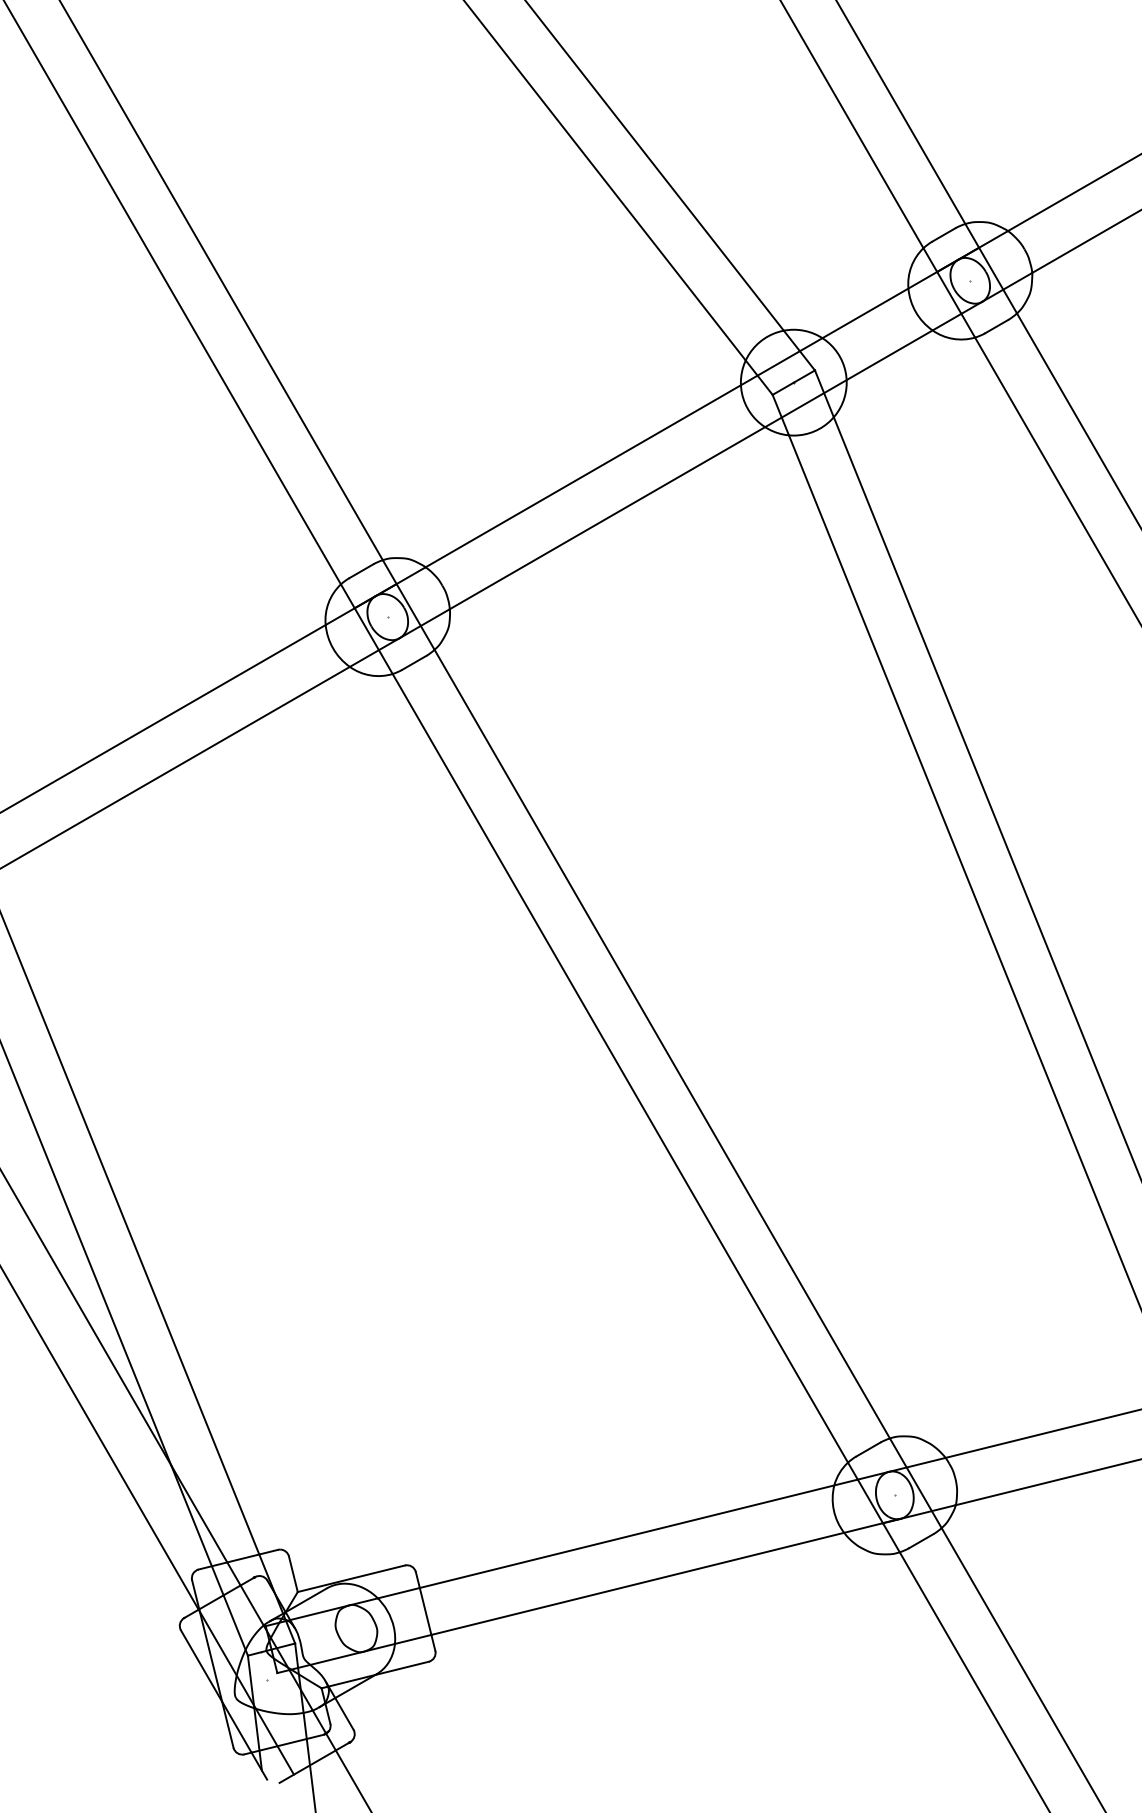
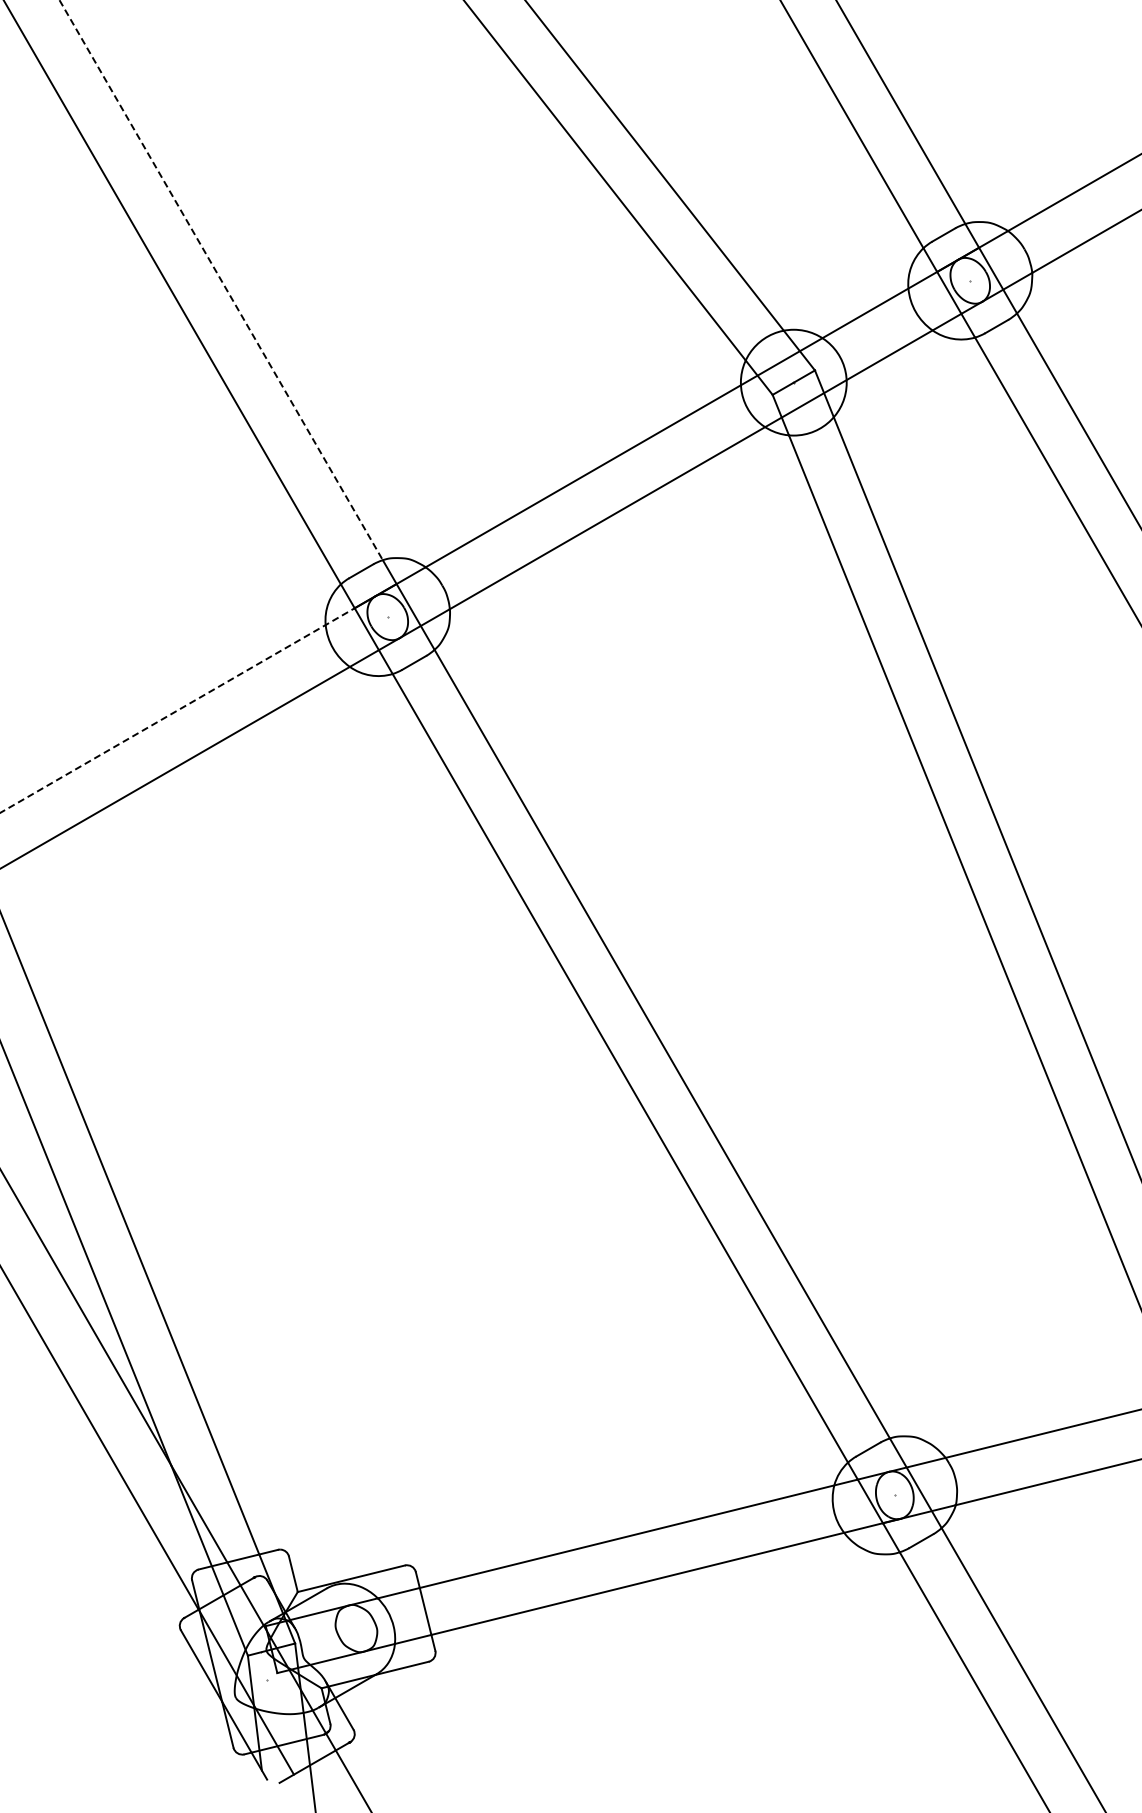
line at (221, 280): solid -> dashed
line at (178, 710): solid -> dashed
